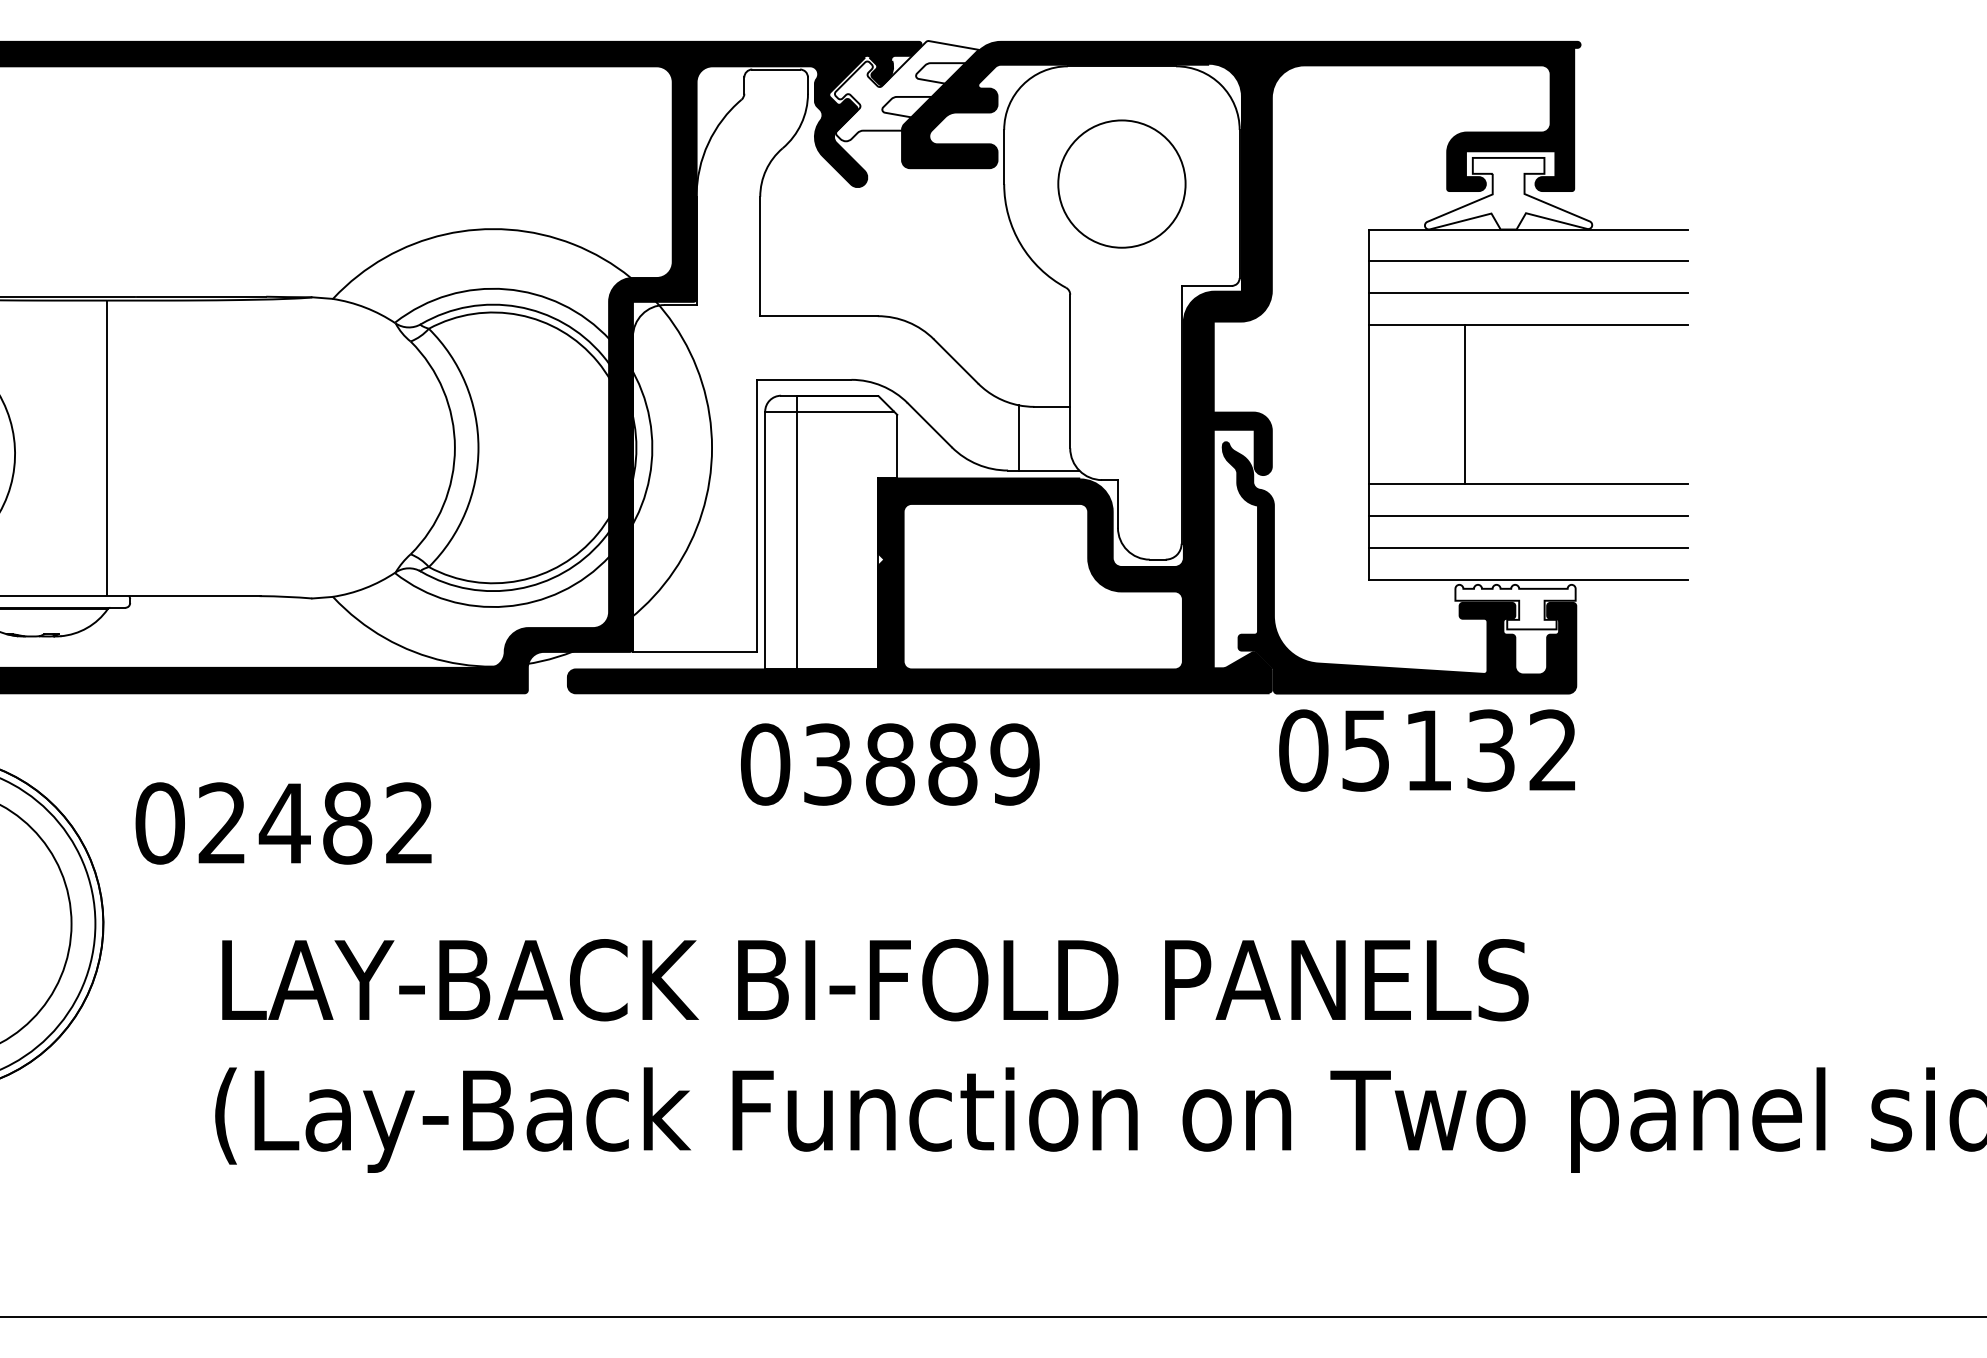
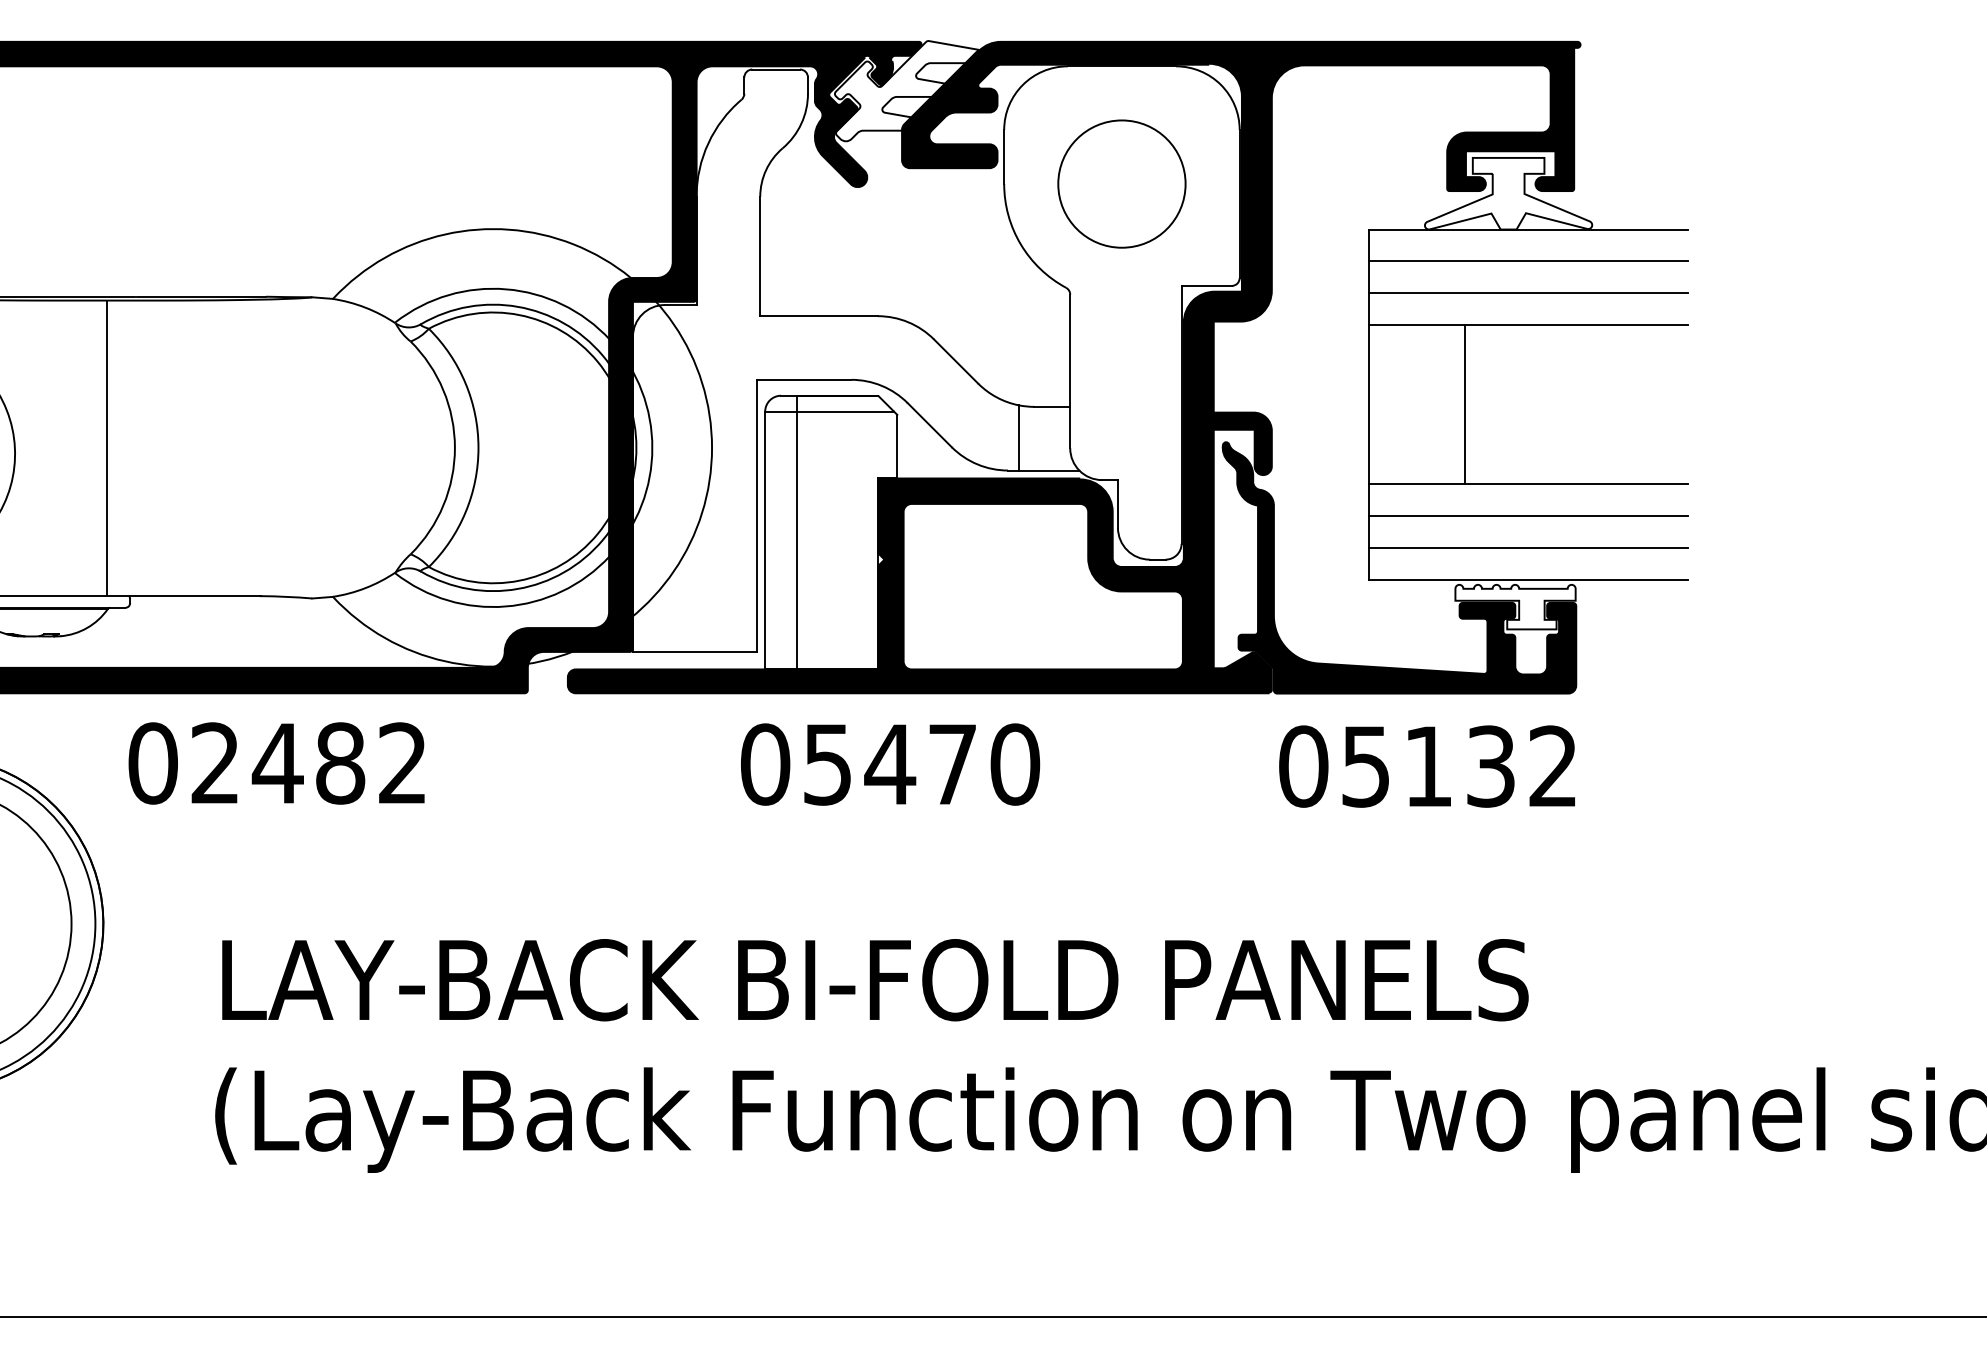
text at (1426, 750) position: (1426, 750) -> (1426, 766)
text at (922, 764): 03889 -> 05470
text at (283, 823) position: (283, 823) -> (276, 763)
